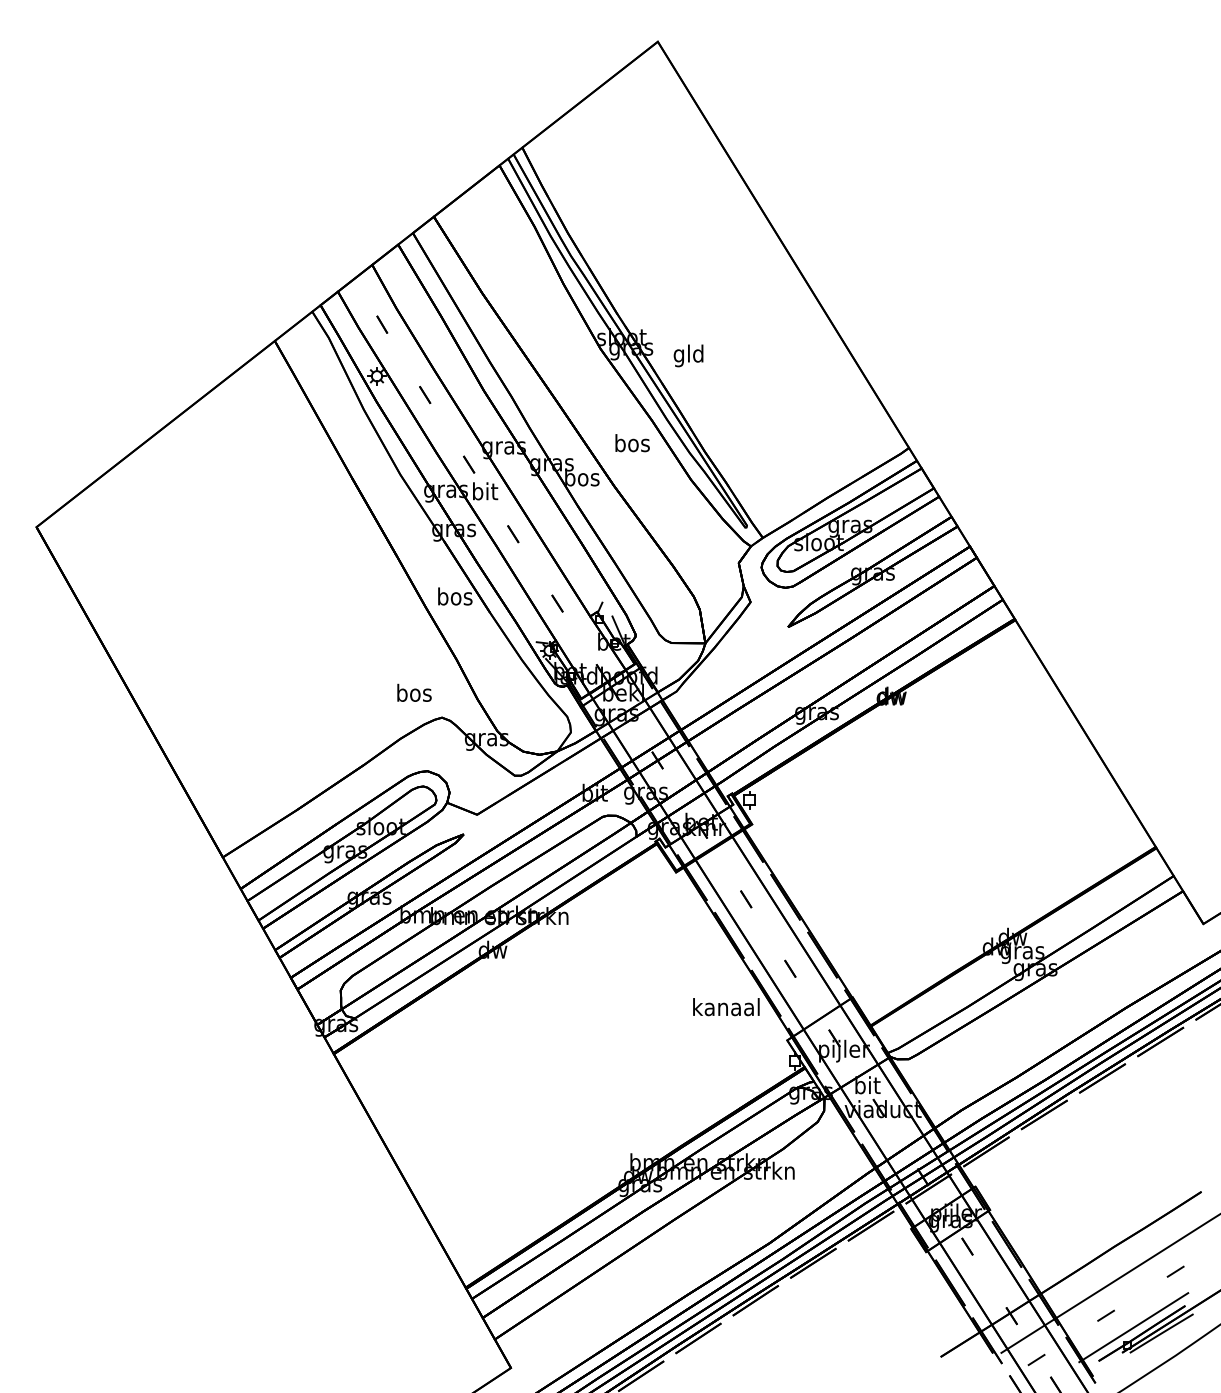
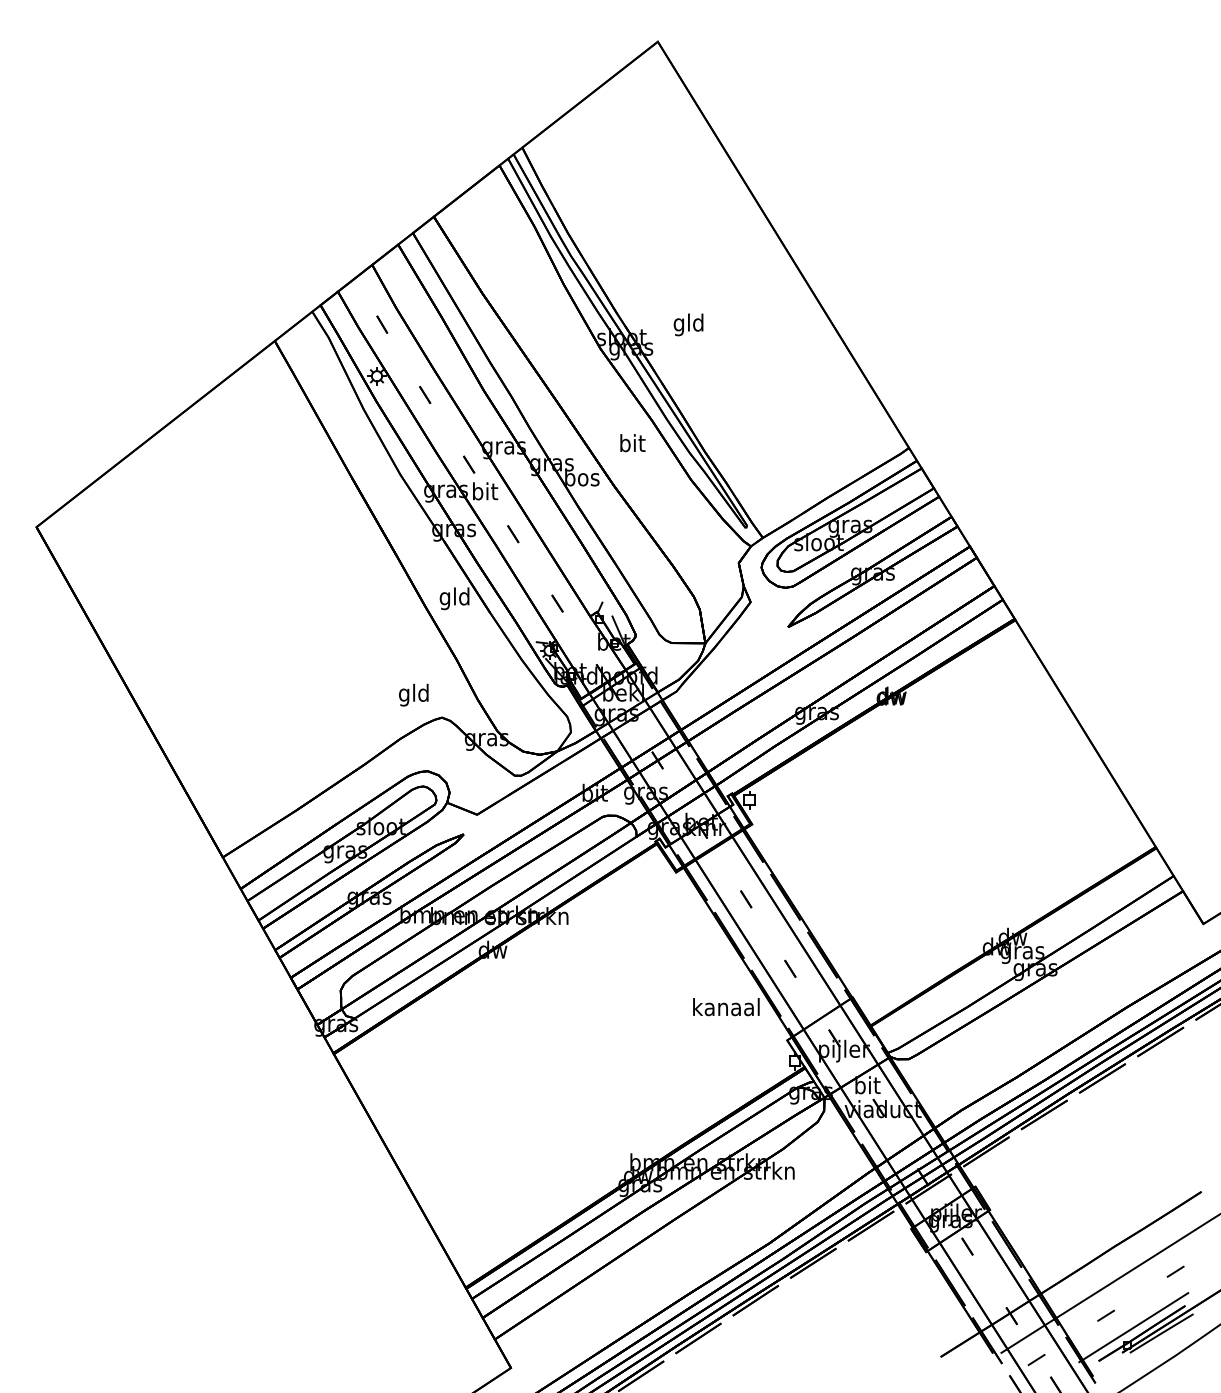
text at (688, 355) position: (688, 355) -> (688, 324)
text at (632, 443): bos -> bit
text at (455, 598): bos -> gld
text at (414, 694): bos -> gld
